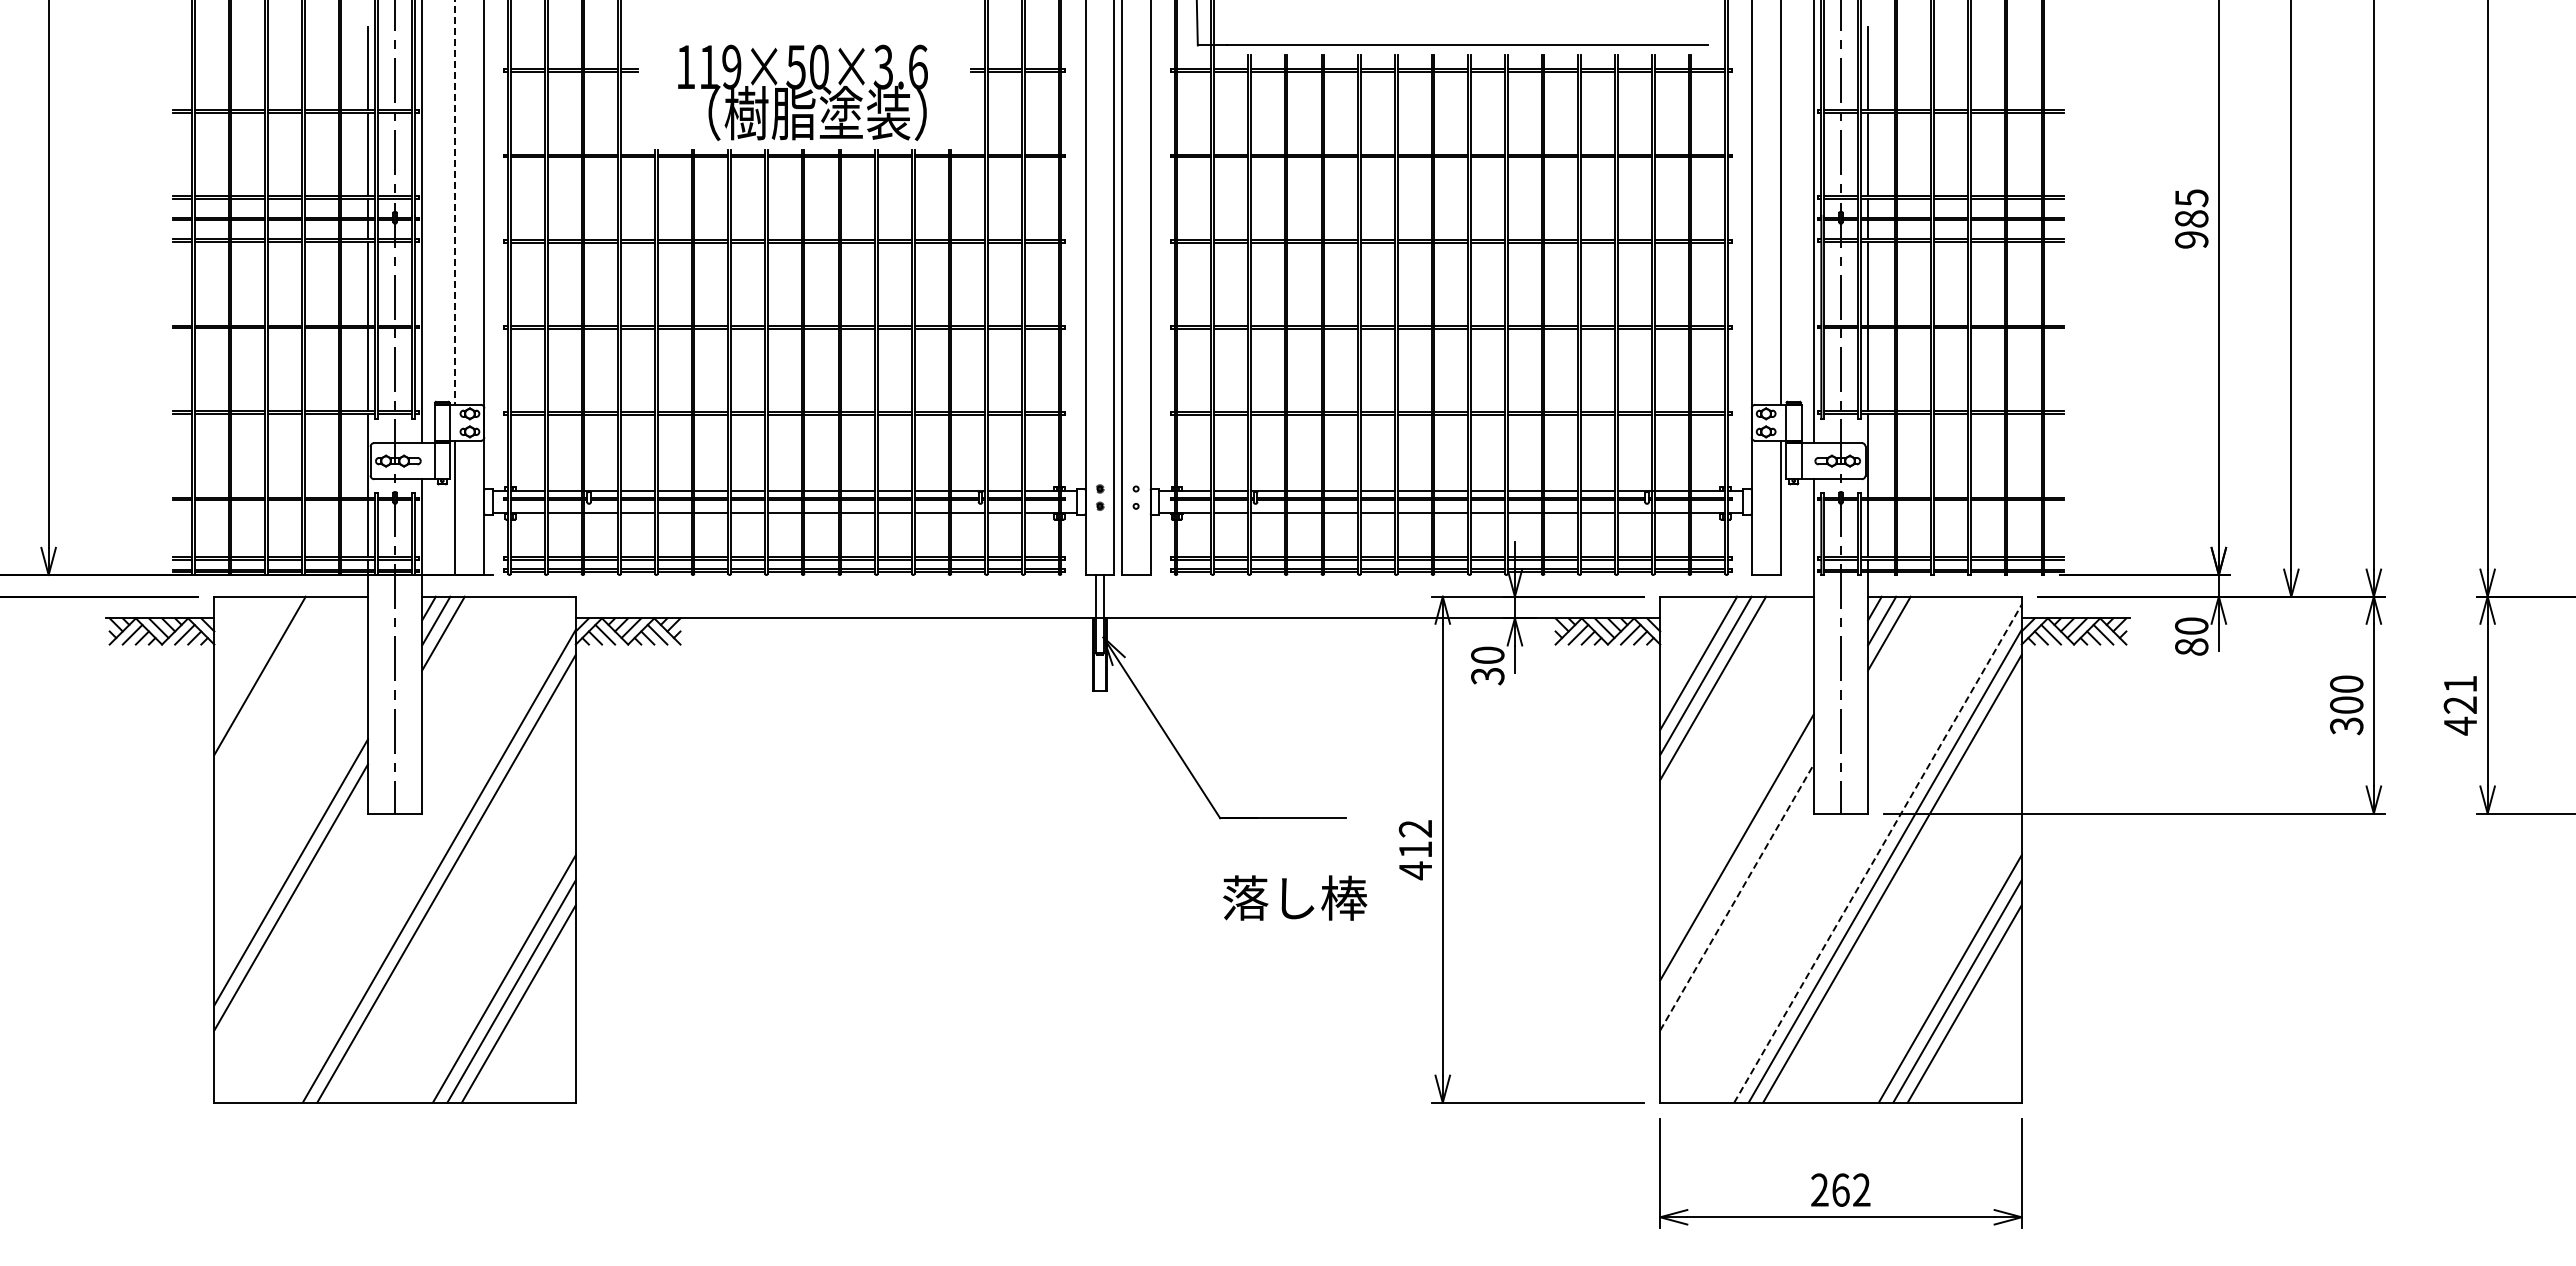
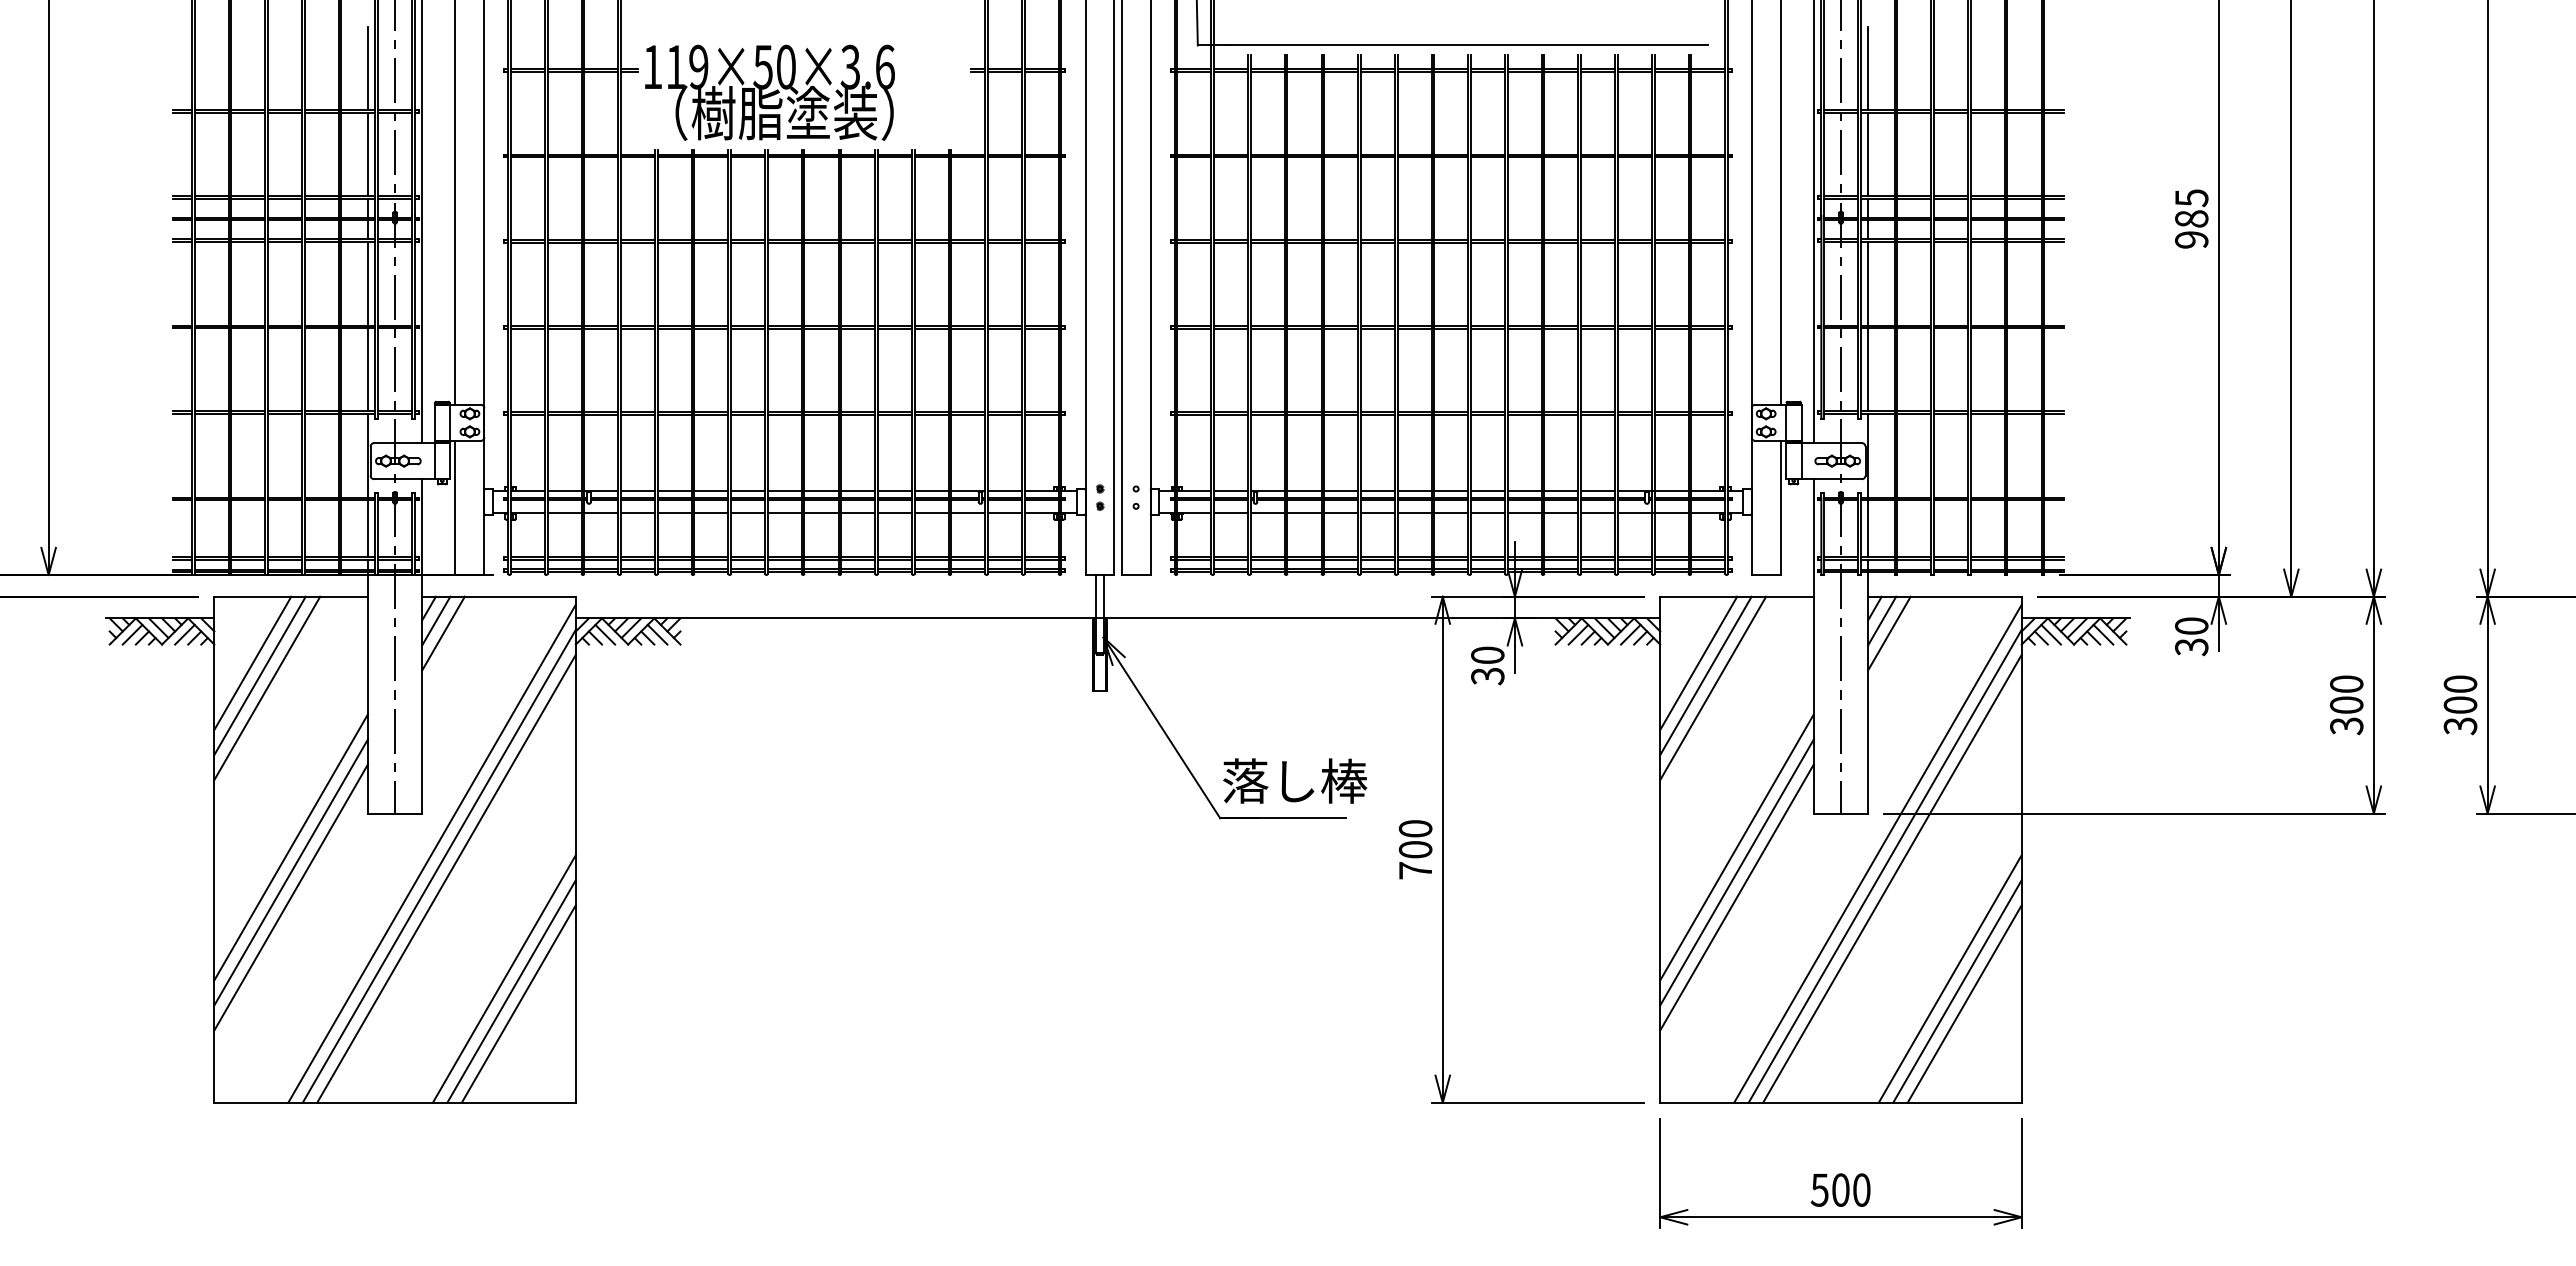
text at (802, 92) position: (802, 92) -> (769, 92)
line at (455, 202): dashed -> solid
text at (2191, 647): 80 -> 30
line at (252, 662): none -> present
line at (267, 688): none -> present
text at (2460, 705): 421 -> 300
line at (291, 847): none -> present
text at (1415, 850): 412 -> 700
line at (431, 853): none -> present
line at (1877, 853): dashed -> solid
line at (1736, 872): none -> present
text at (1295, 897) position: (1295, 897) -> (1295, 780)
line at (1737, 897): dashed -> solid
text at (1840, 1189): 262 -> 500
